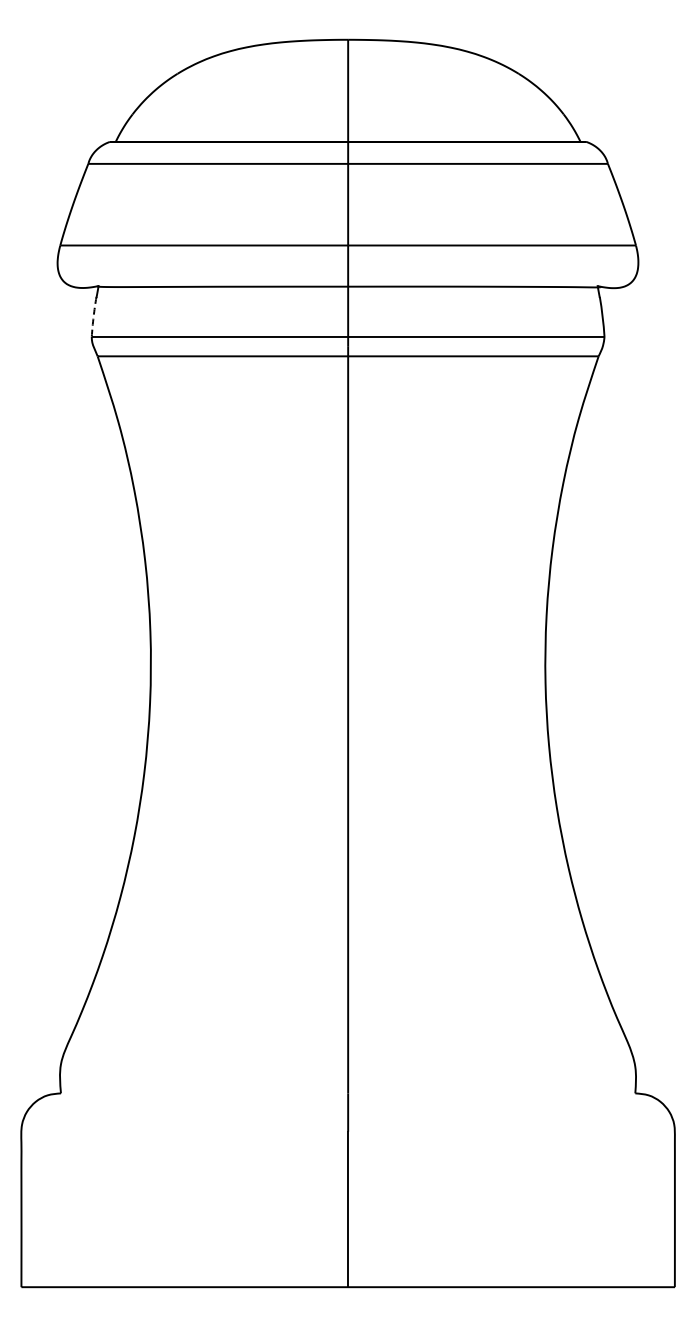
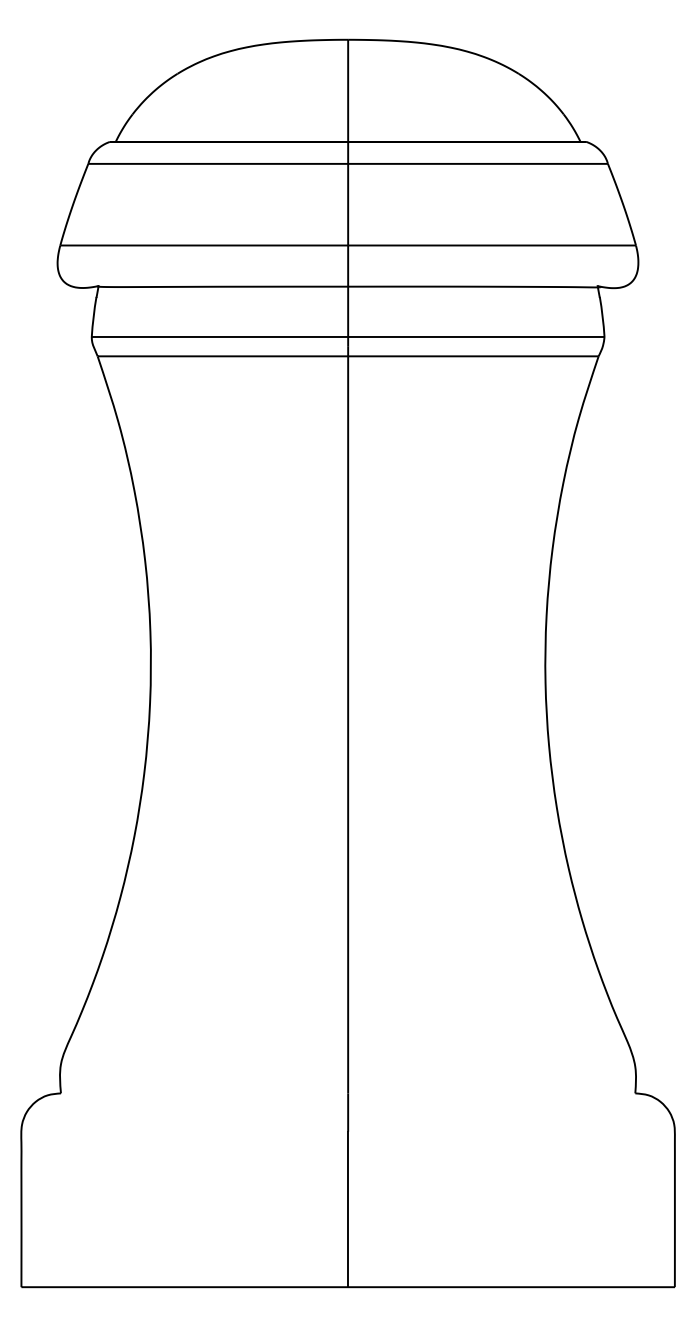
arc at (93, 316): dashed -> solid
